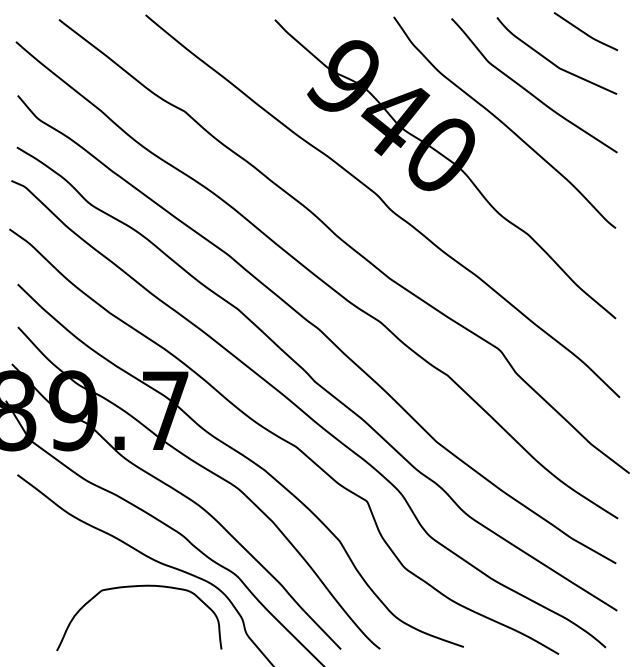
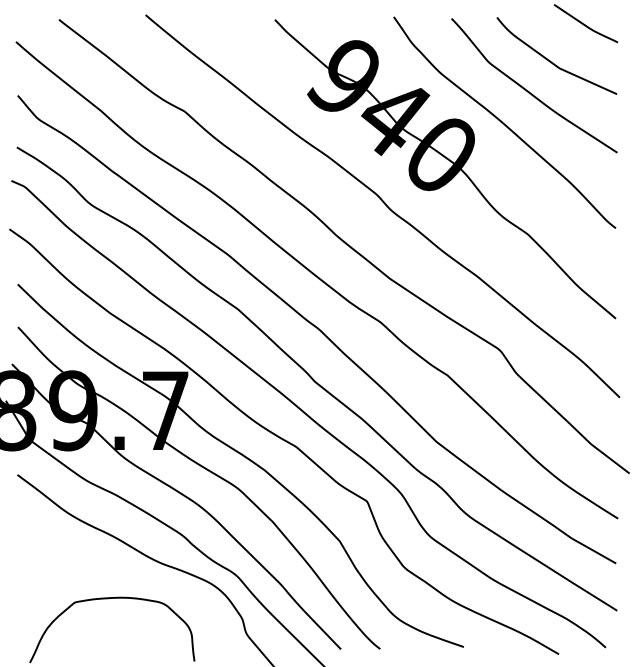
curve at (584, 31) position: (584, 31) -> (584, 23)
curve at (135, 587) position: (135, 587) -> (108, 599)
